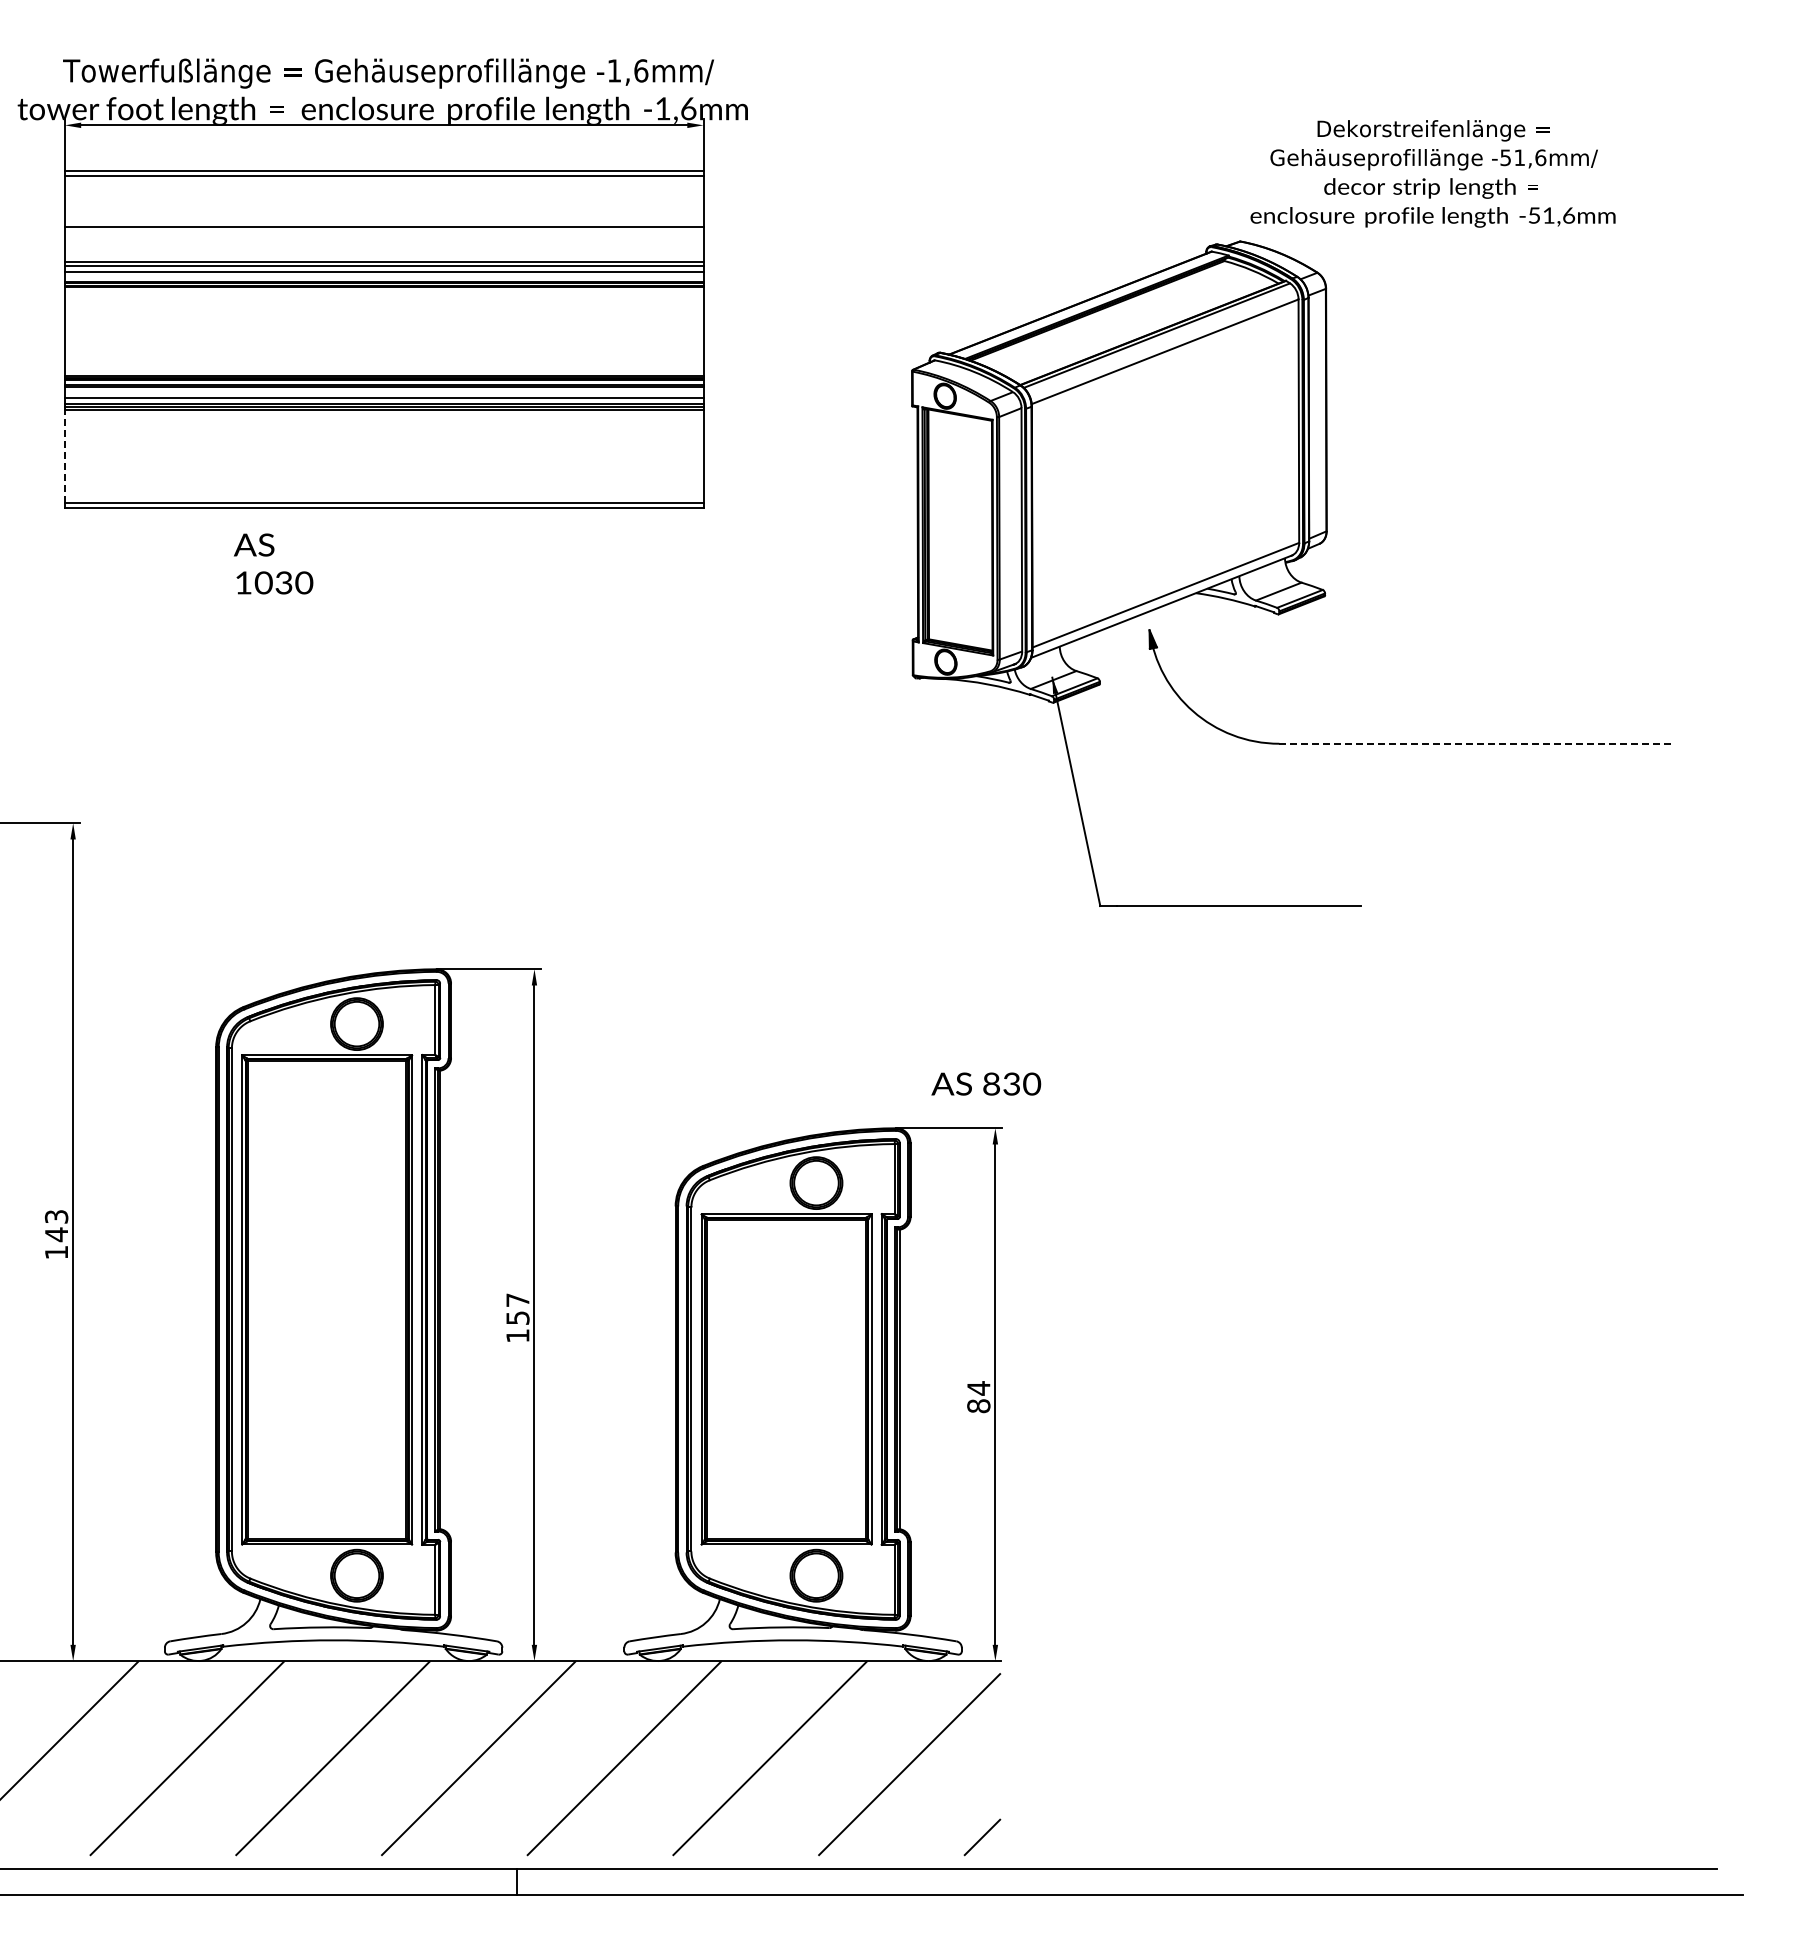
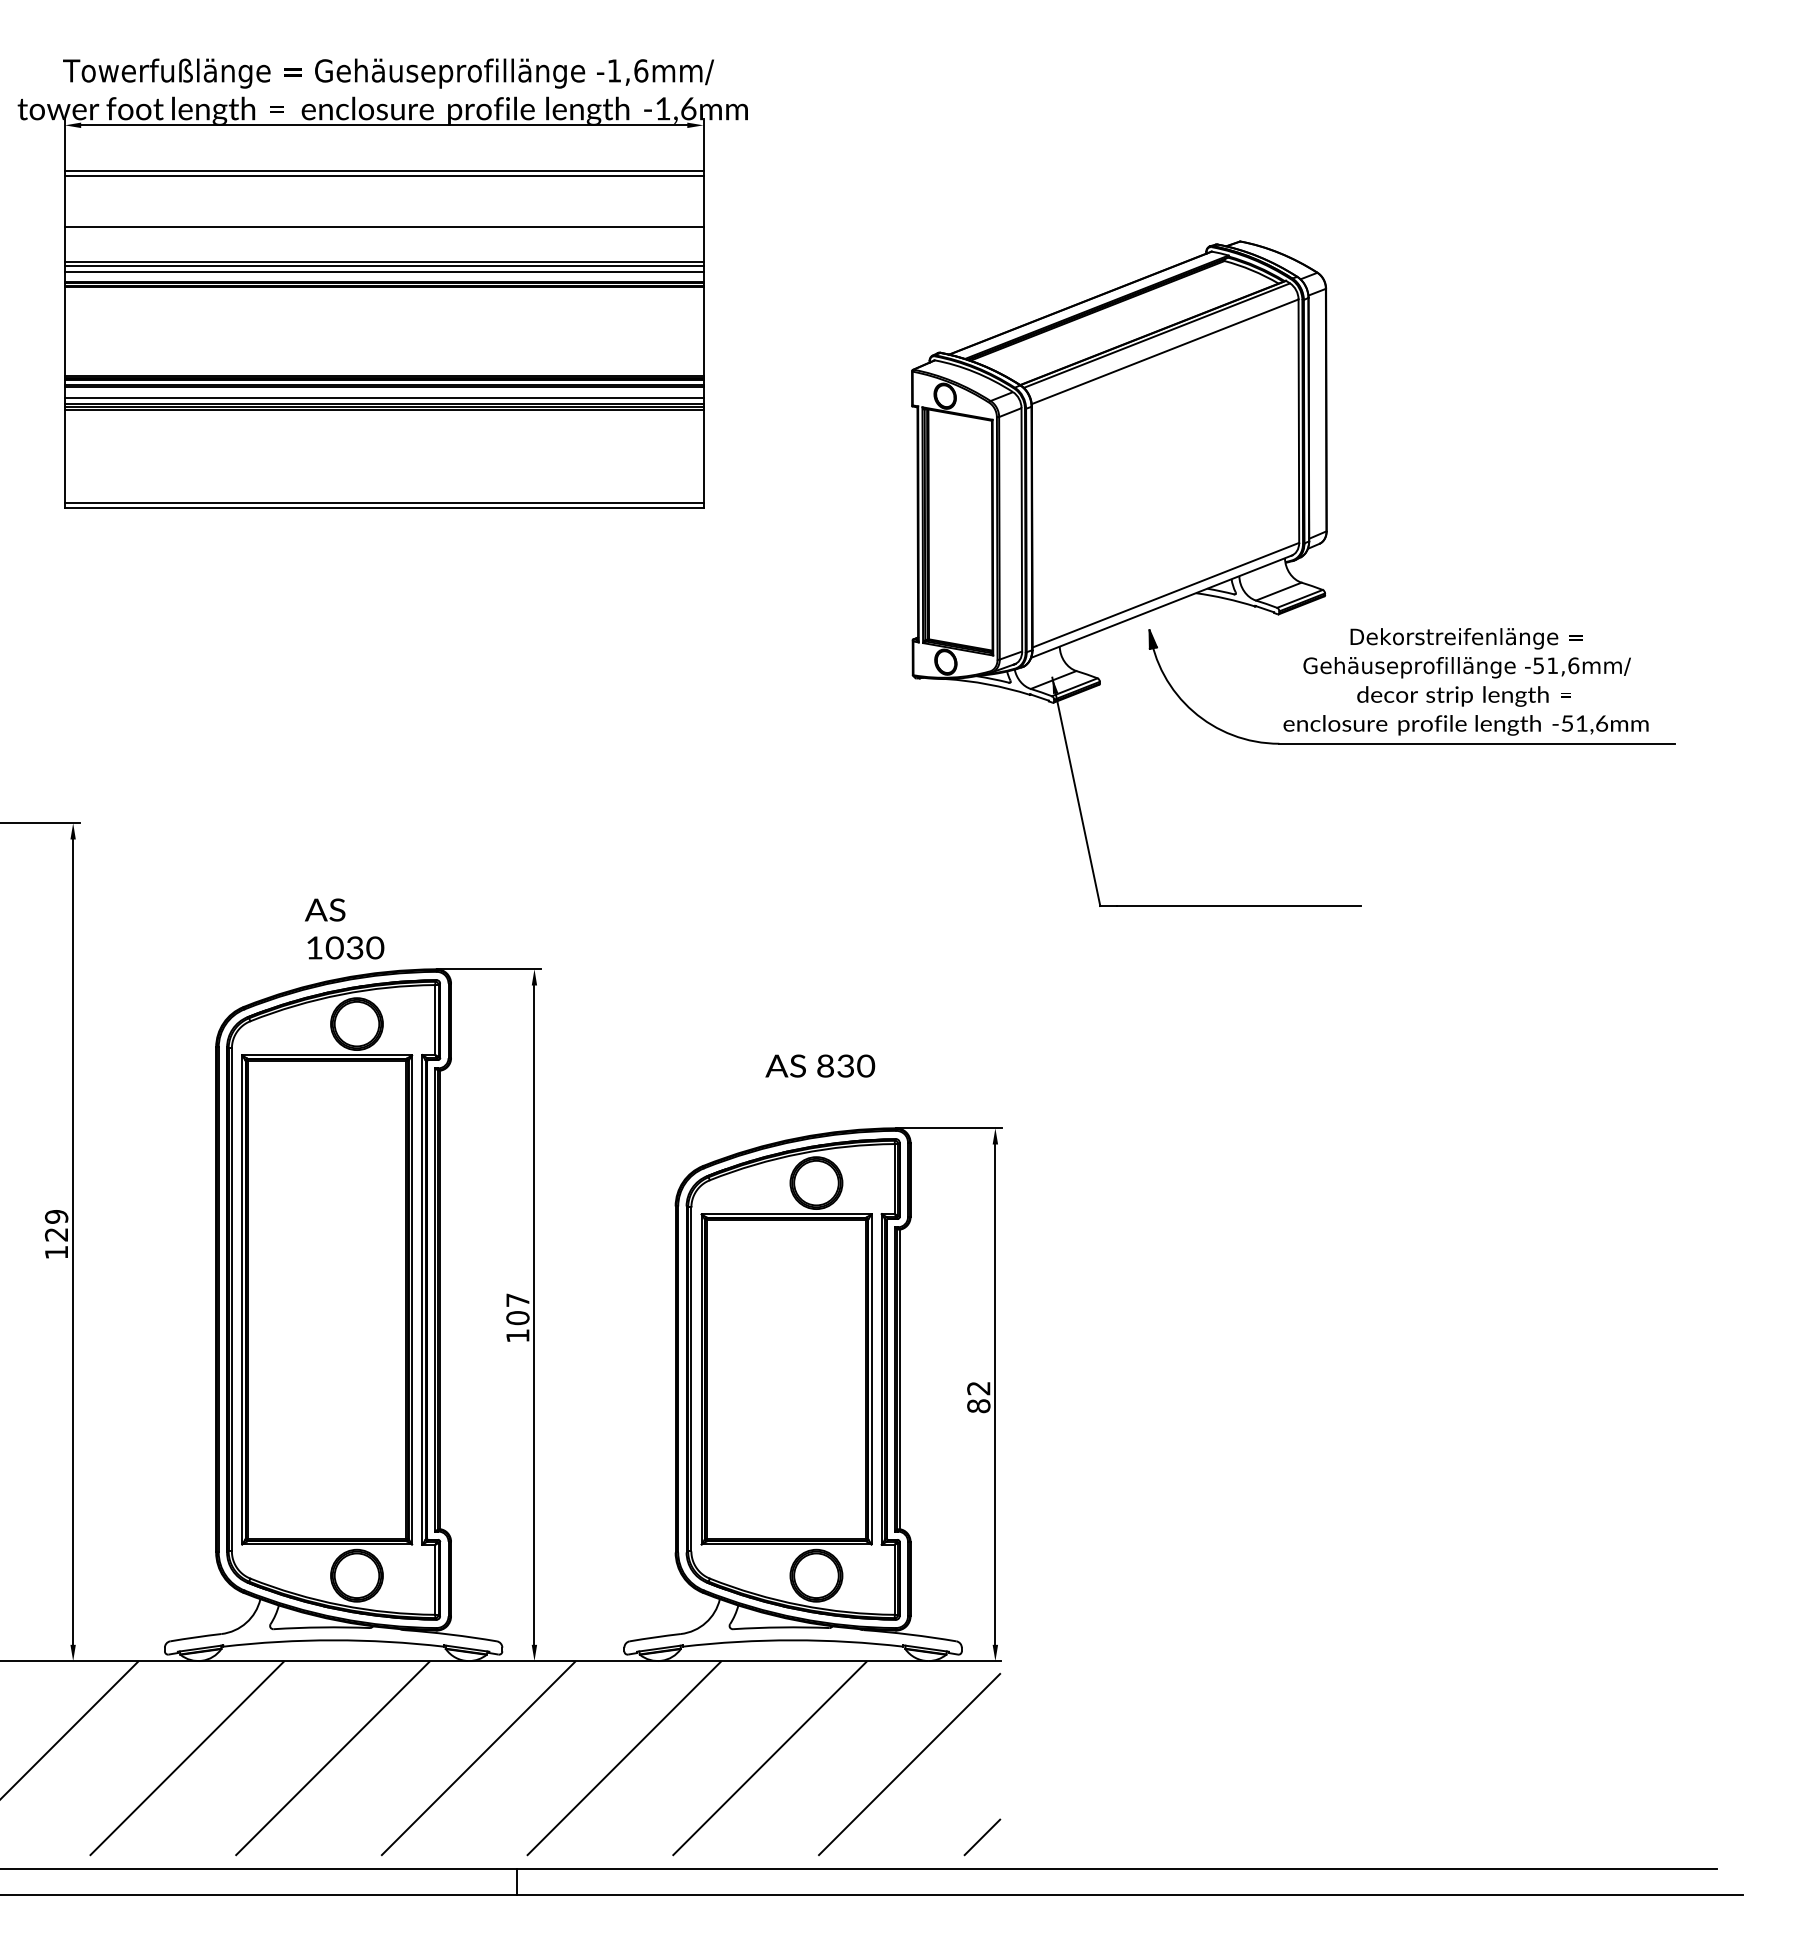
text at (1432, 173) position: (1432, 173) -> (1465, 681)
line at (64, 455): dashed -> solid
text at (273, 563) position: (273, 563) -> (344, 928)
line at (1477, 743): dashed -> solid
text at (986, 1083) position: (986, 1083) -> (820, 1065)
text at (56, 1226): 143 -> 129
text at (517, 1318): 157 -> 107
text at (978, 1388): 84 -> 82
